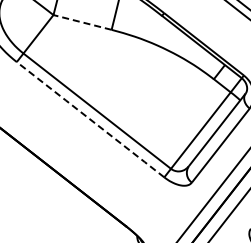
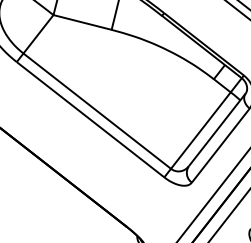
line at (82, 22): dashed -> solid
line at (90, 119): dashed -> solid
